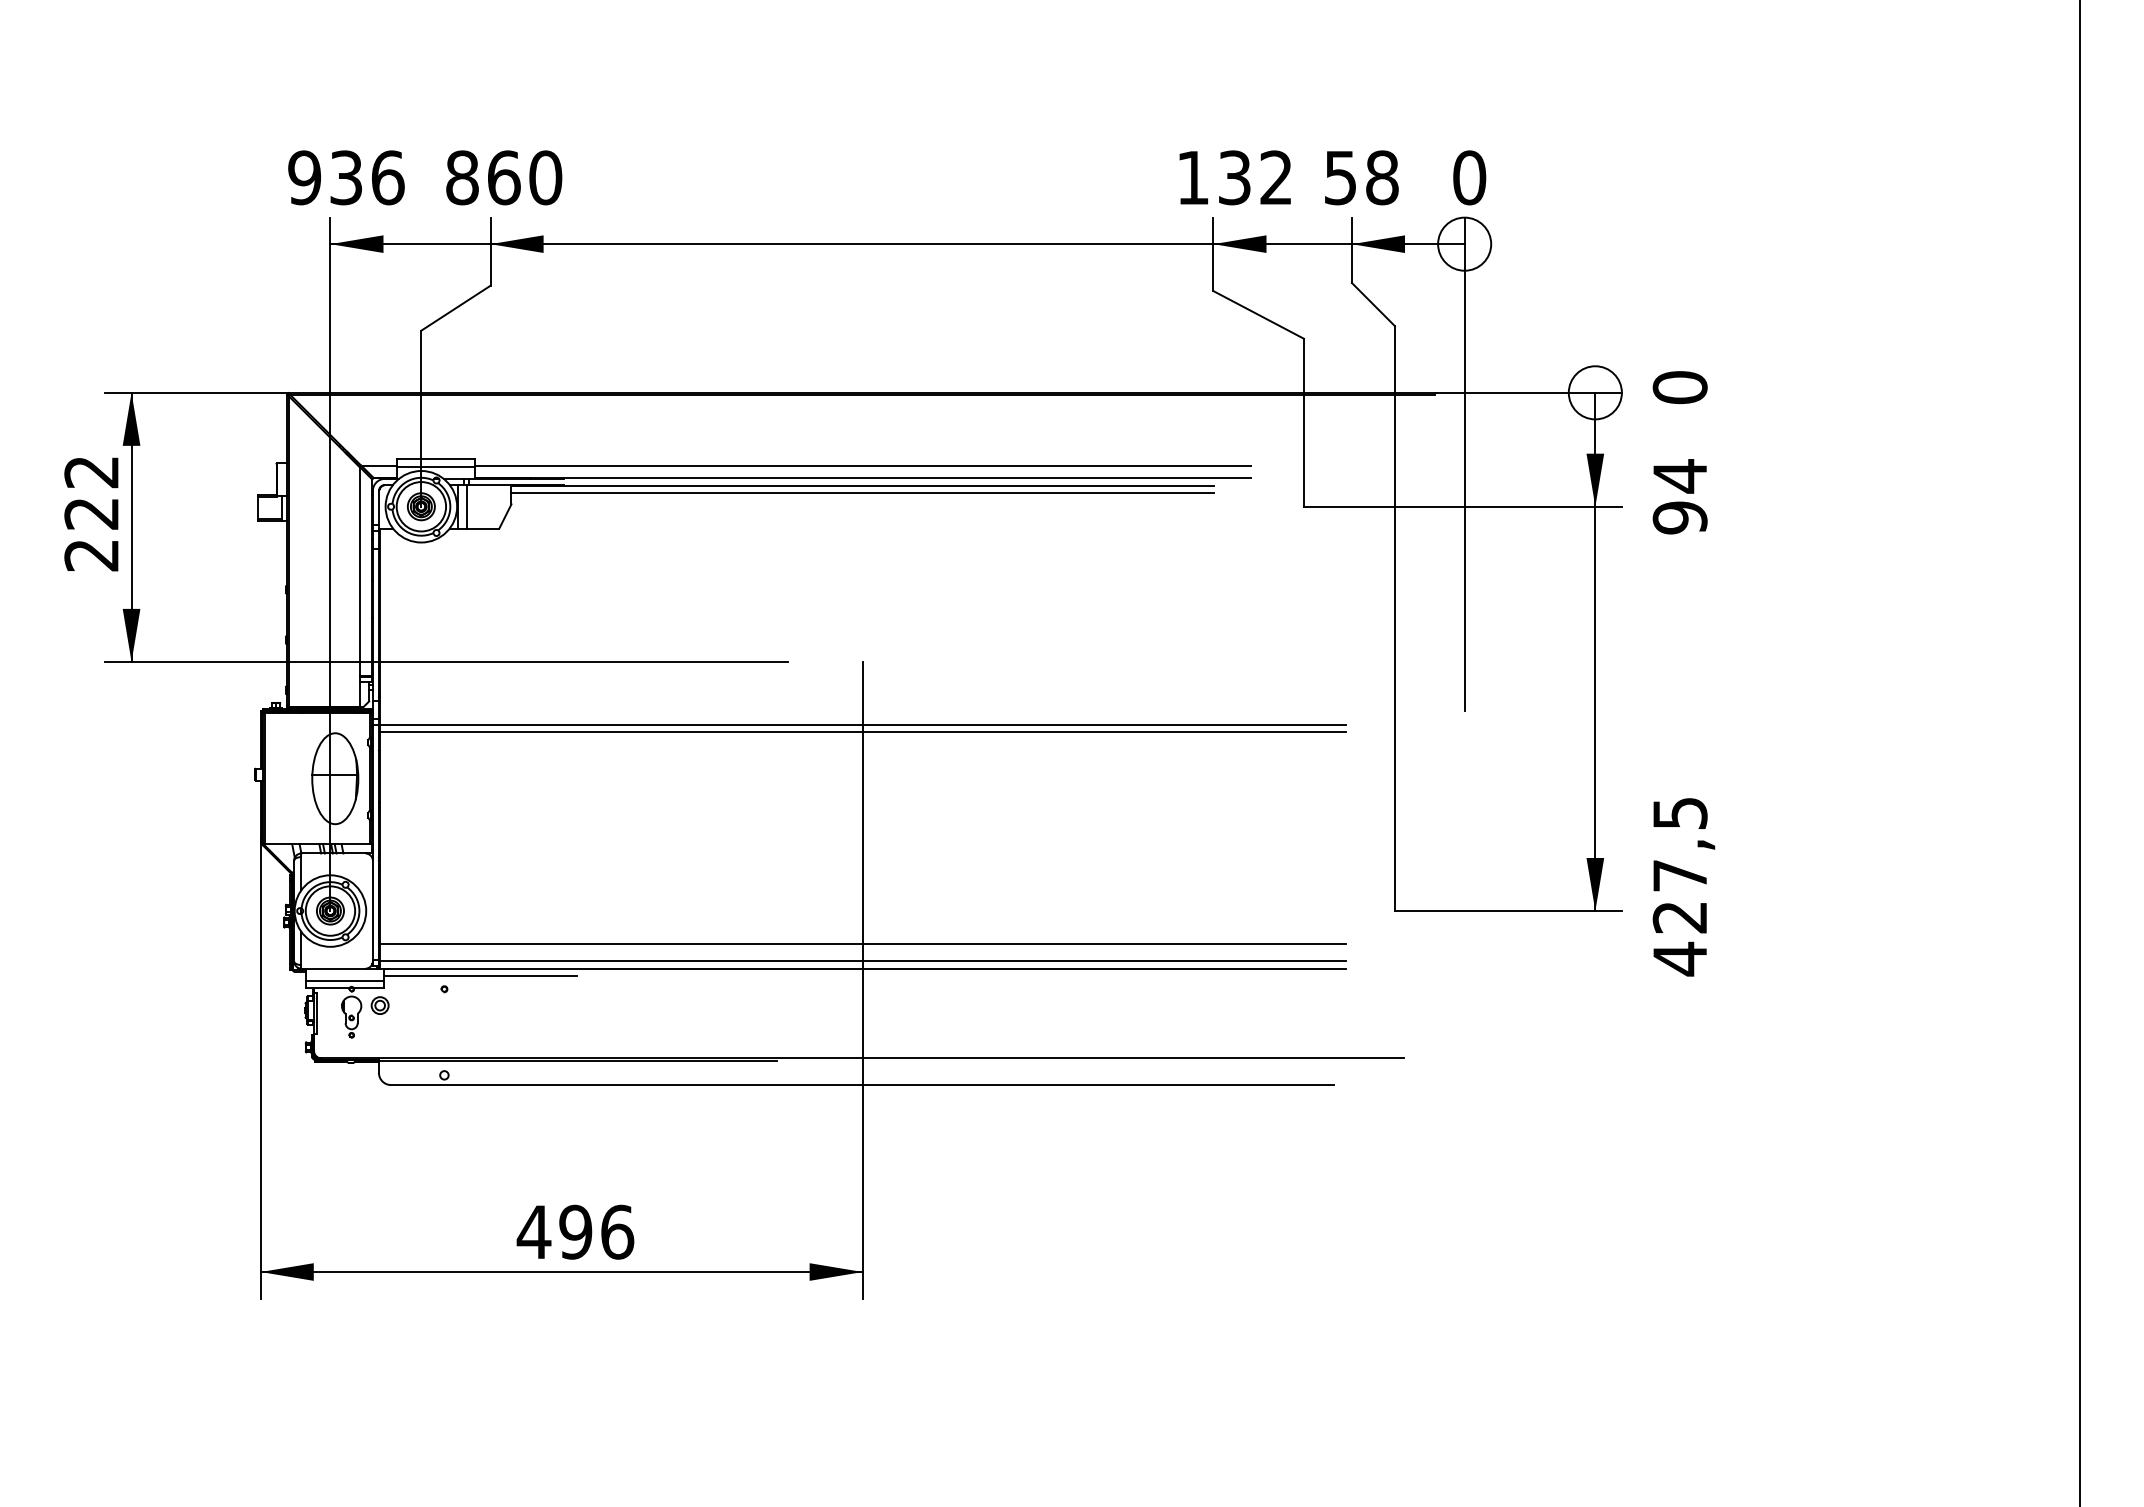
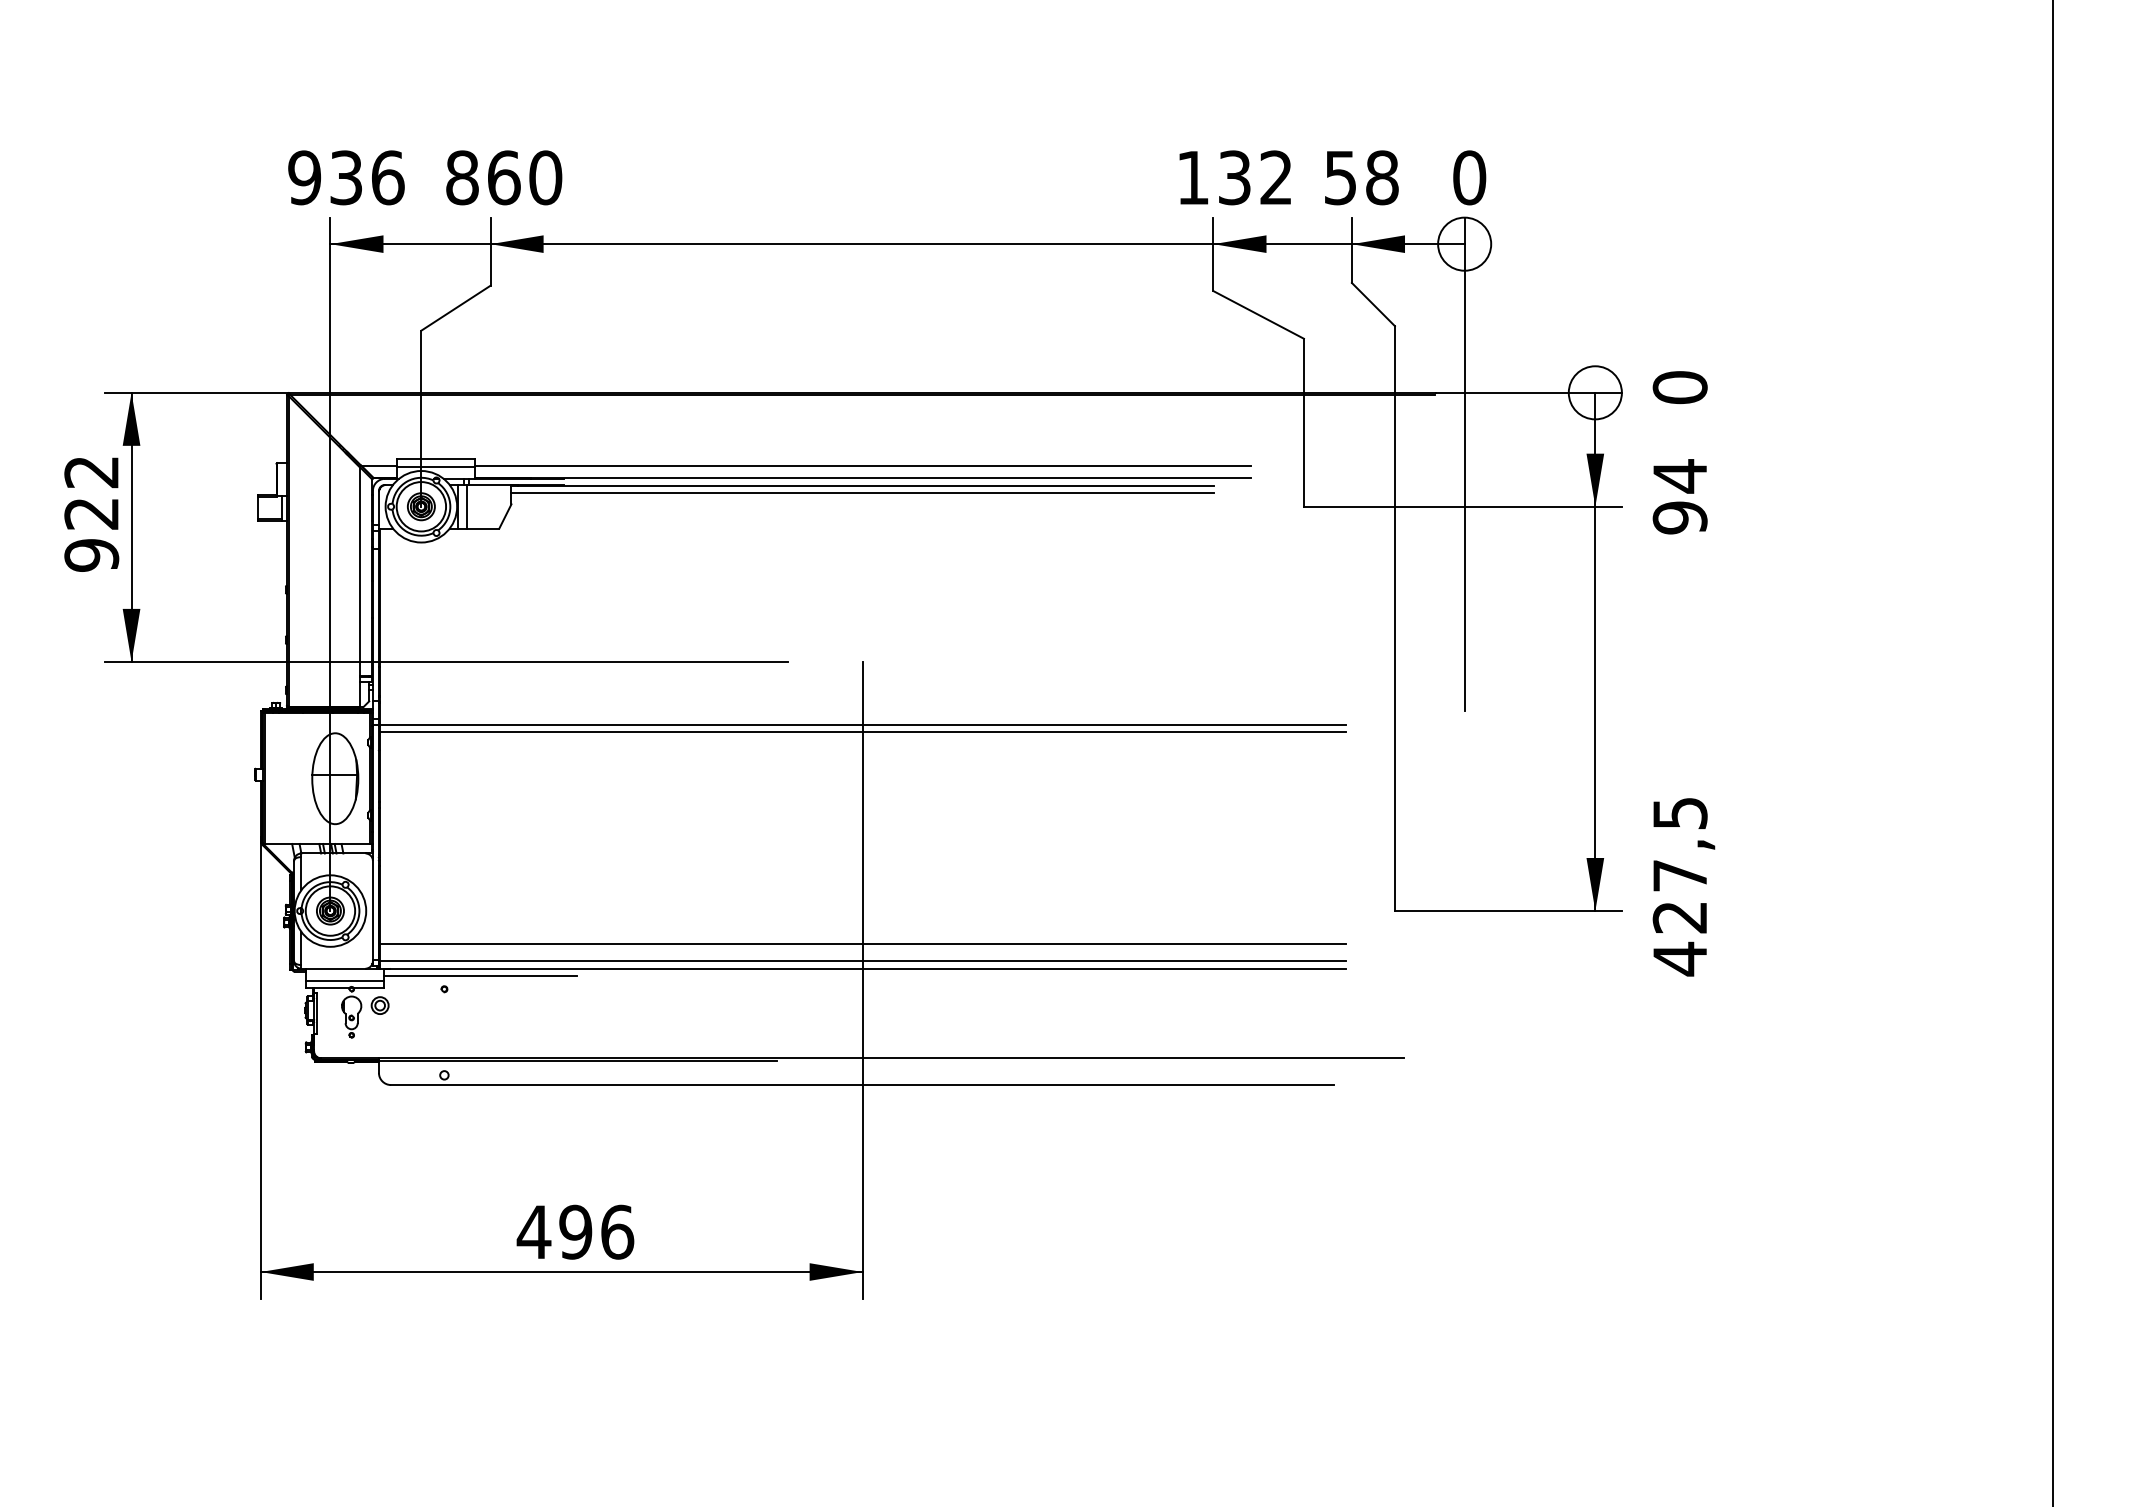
text at (91, 555): 222 -> 922
line at (2079, 752) position: (2079, 752) -> (2052, 752)
